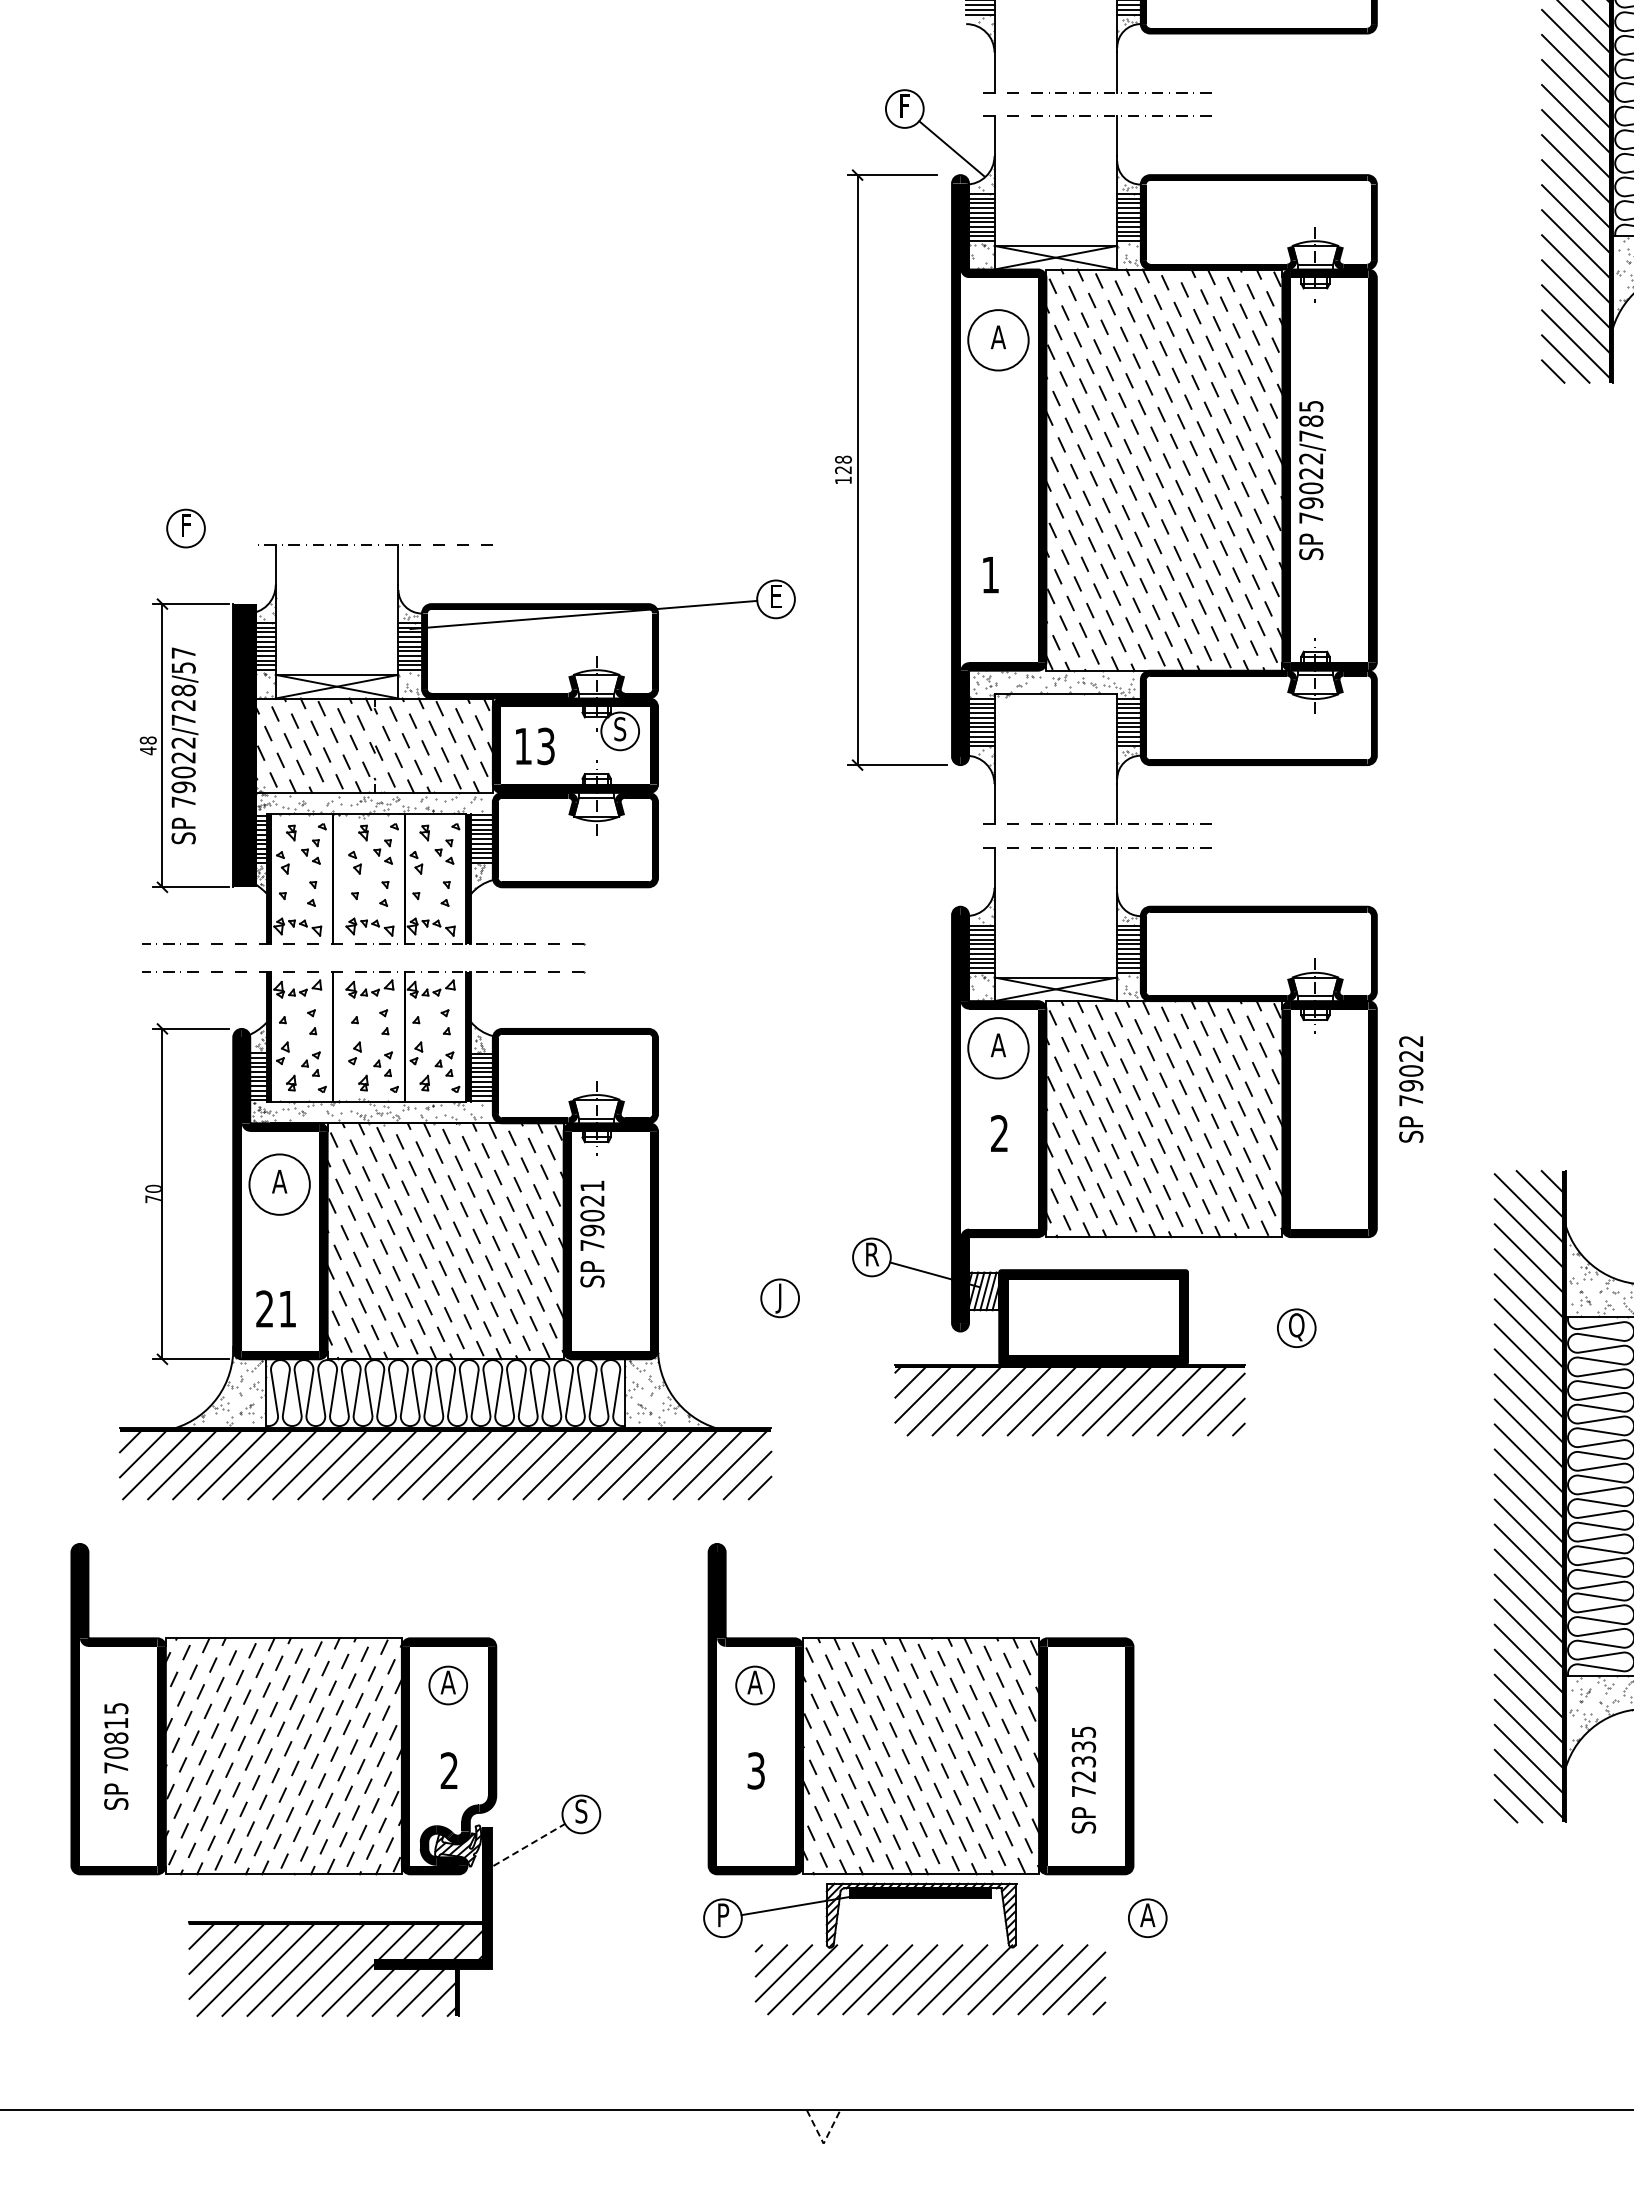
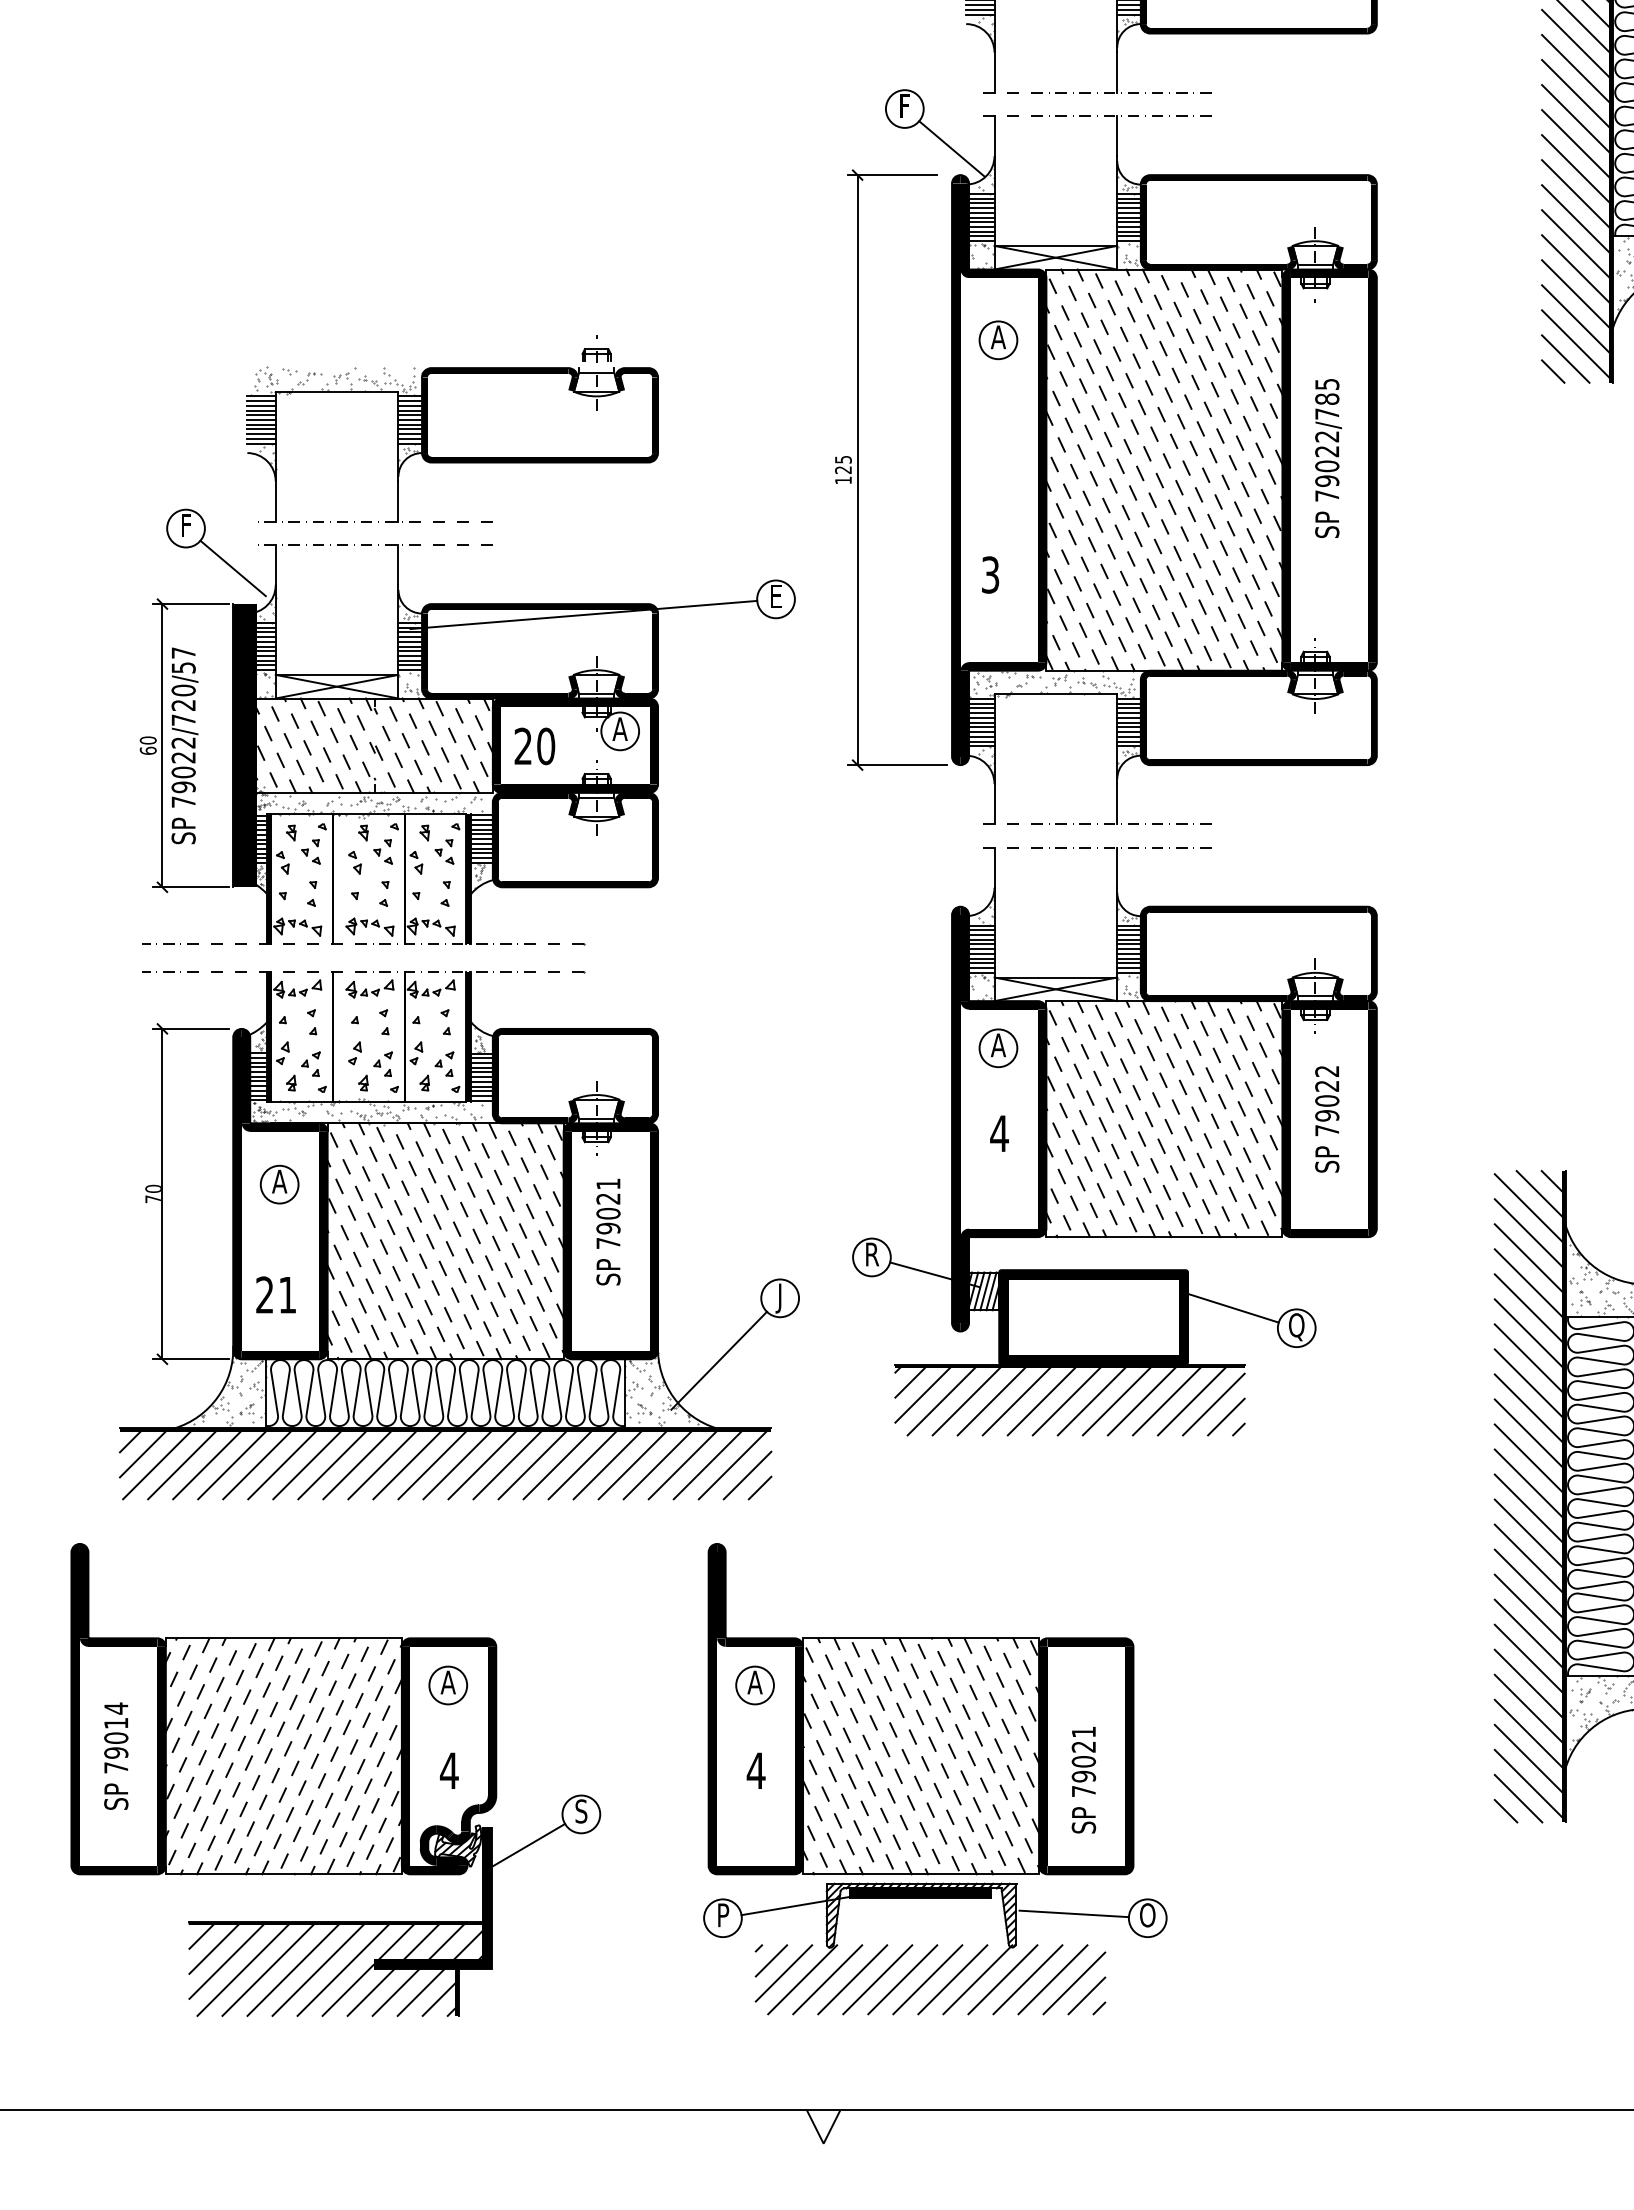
circle at (998, 340) diameter: 60 px -> 38 px
part at (452, 428): none -> present
text at (843, 459): 128 -> 125
text at (1312, 480) position: (1312, 480) -> (1328, 458)
line at (232, 568): none -> present
text at (990, 574): 1 -> 3
text at (183, 690): 79022/728/57 -> 79022/720/57
text at (619, 729): S -> A
text at (147, 745): 48 -> 60
text at (534, 746): 13 -> 20
circle at (998, 1048) diameter: 60 px -> 38 px
text at (1411, 1089) position: (1411, 1089) -> (1327, 1119)
text at (999, 1133): 2 -> 4
circle at (279, 1184) diameter: 60 px -> 38 px
text at (592, 1233) position: (592, 1233) -> (608, 1231)
line at (1230, 1307): none -> present
text at (275, 1308) position: (275, 1308) -> (275, 1294)
line at (718, 1360): none -> present
text at (116, 1730): 70815 -> 79014
text at (1083, 1754): 72335 -> 79021
text at (448, 1770): 2 -> 4
text at (755, 1770): 3 -> 4
line at (529, 1844): dashed -> solid
line at (1073, 1913): none -> present
text at (1147, 1915): A -> O
line at (823, 2143): dashed -> solid
